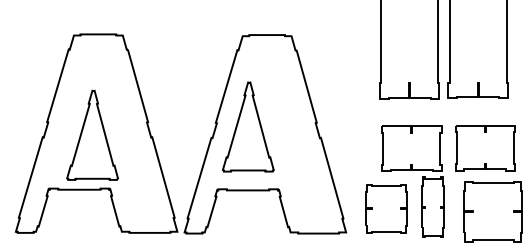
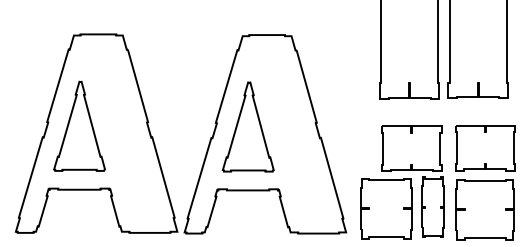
part at (92, 134) position: (92, 134) -> (79, 125)
part at (386, 208) size: 43x50 px -> 53x62 px
part at (492, 211) position: (492, 211) -> (484, 209)
